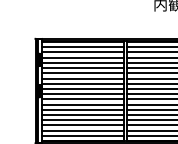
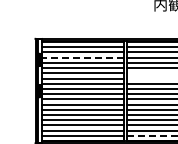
line at (82, 57): solid -> dashed
line at (150, 73): present -> none
line at (150, 78): present -> none
line at (153, 135): solid -> dashed
